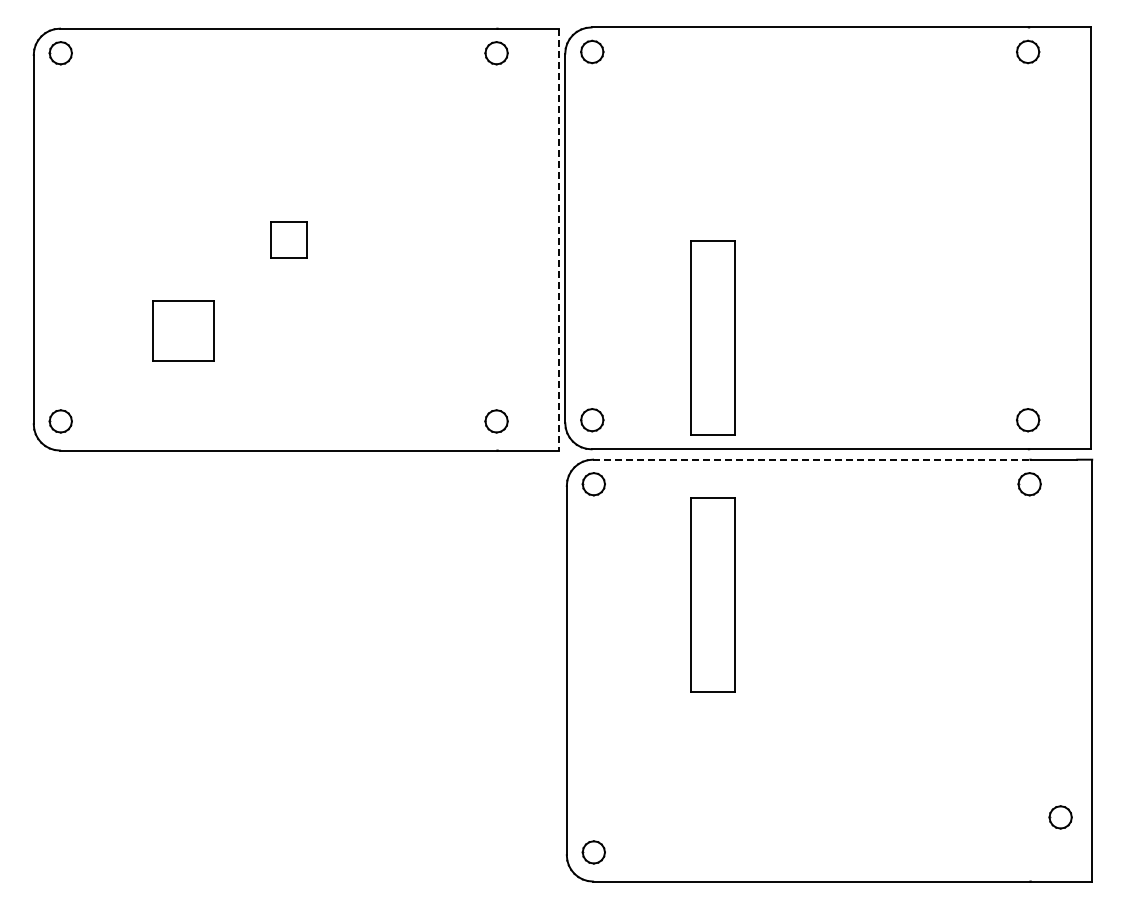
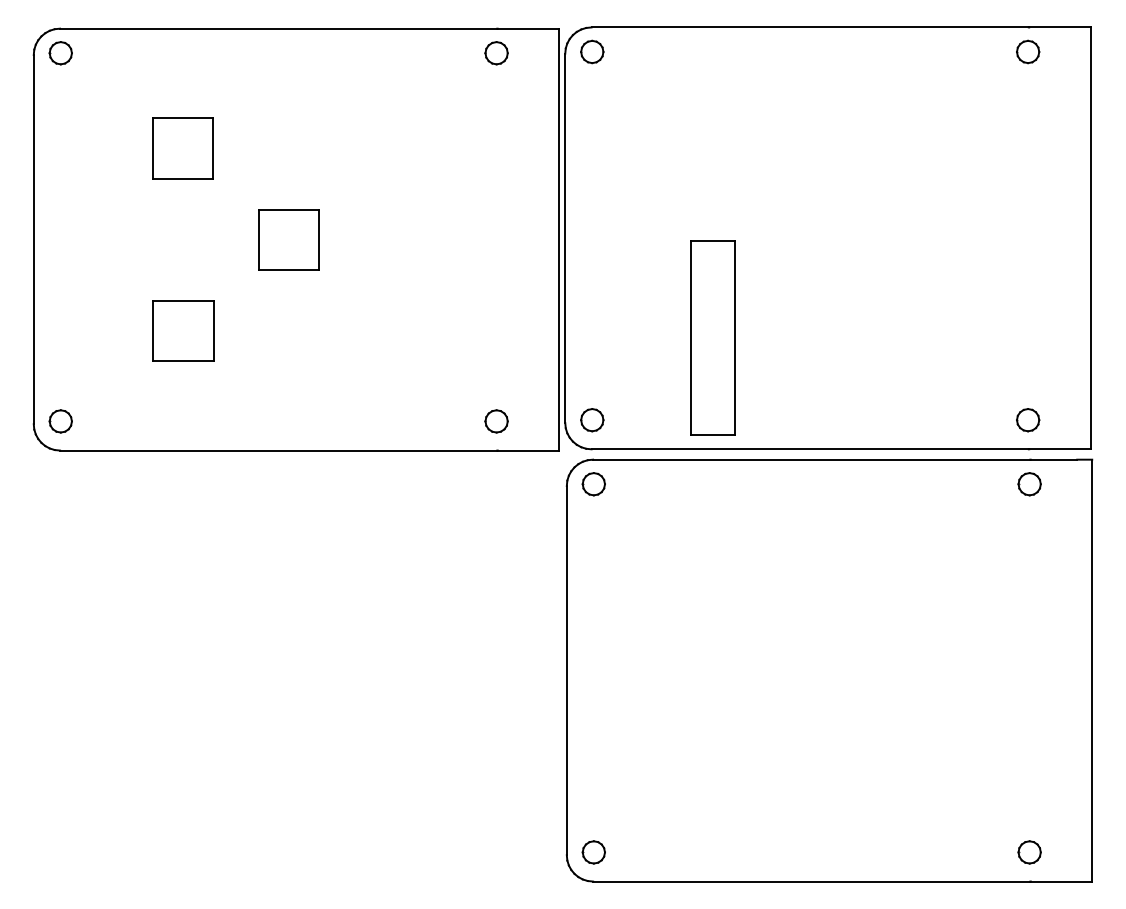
part at (182, 148): none -> present
part at (288, 239) size: 38x38 px -> 62x62 px
line at (559, 239): dashed -> solid
line at (811, 459): dashed -> solid
part at (712, 594): present -> none
part at (1060, 817) position: (1060, 817) -> (1029, 852)
